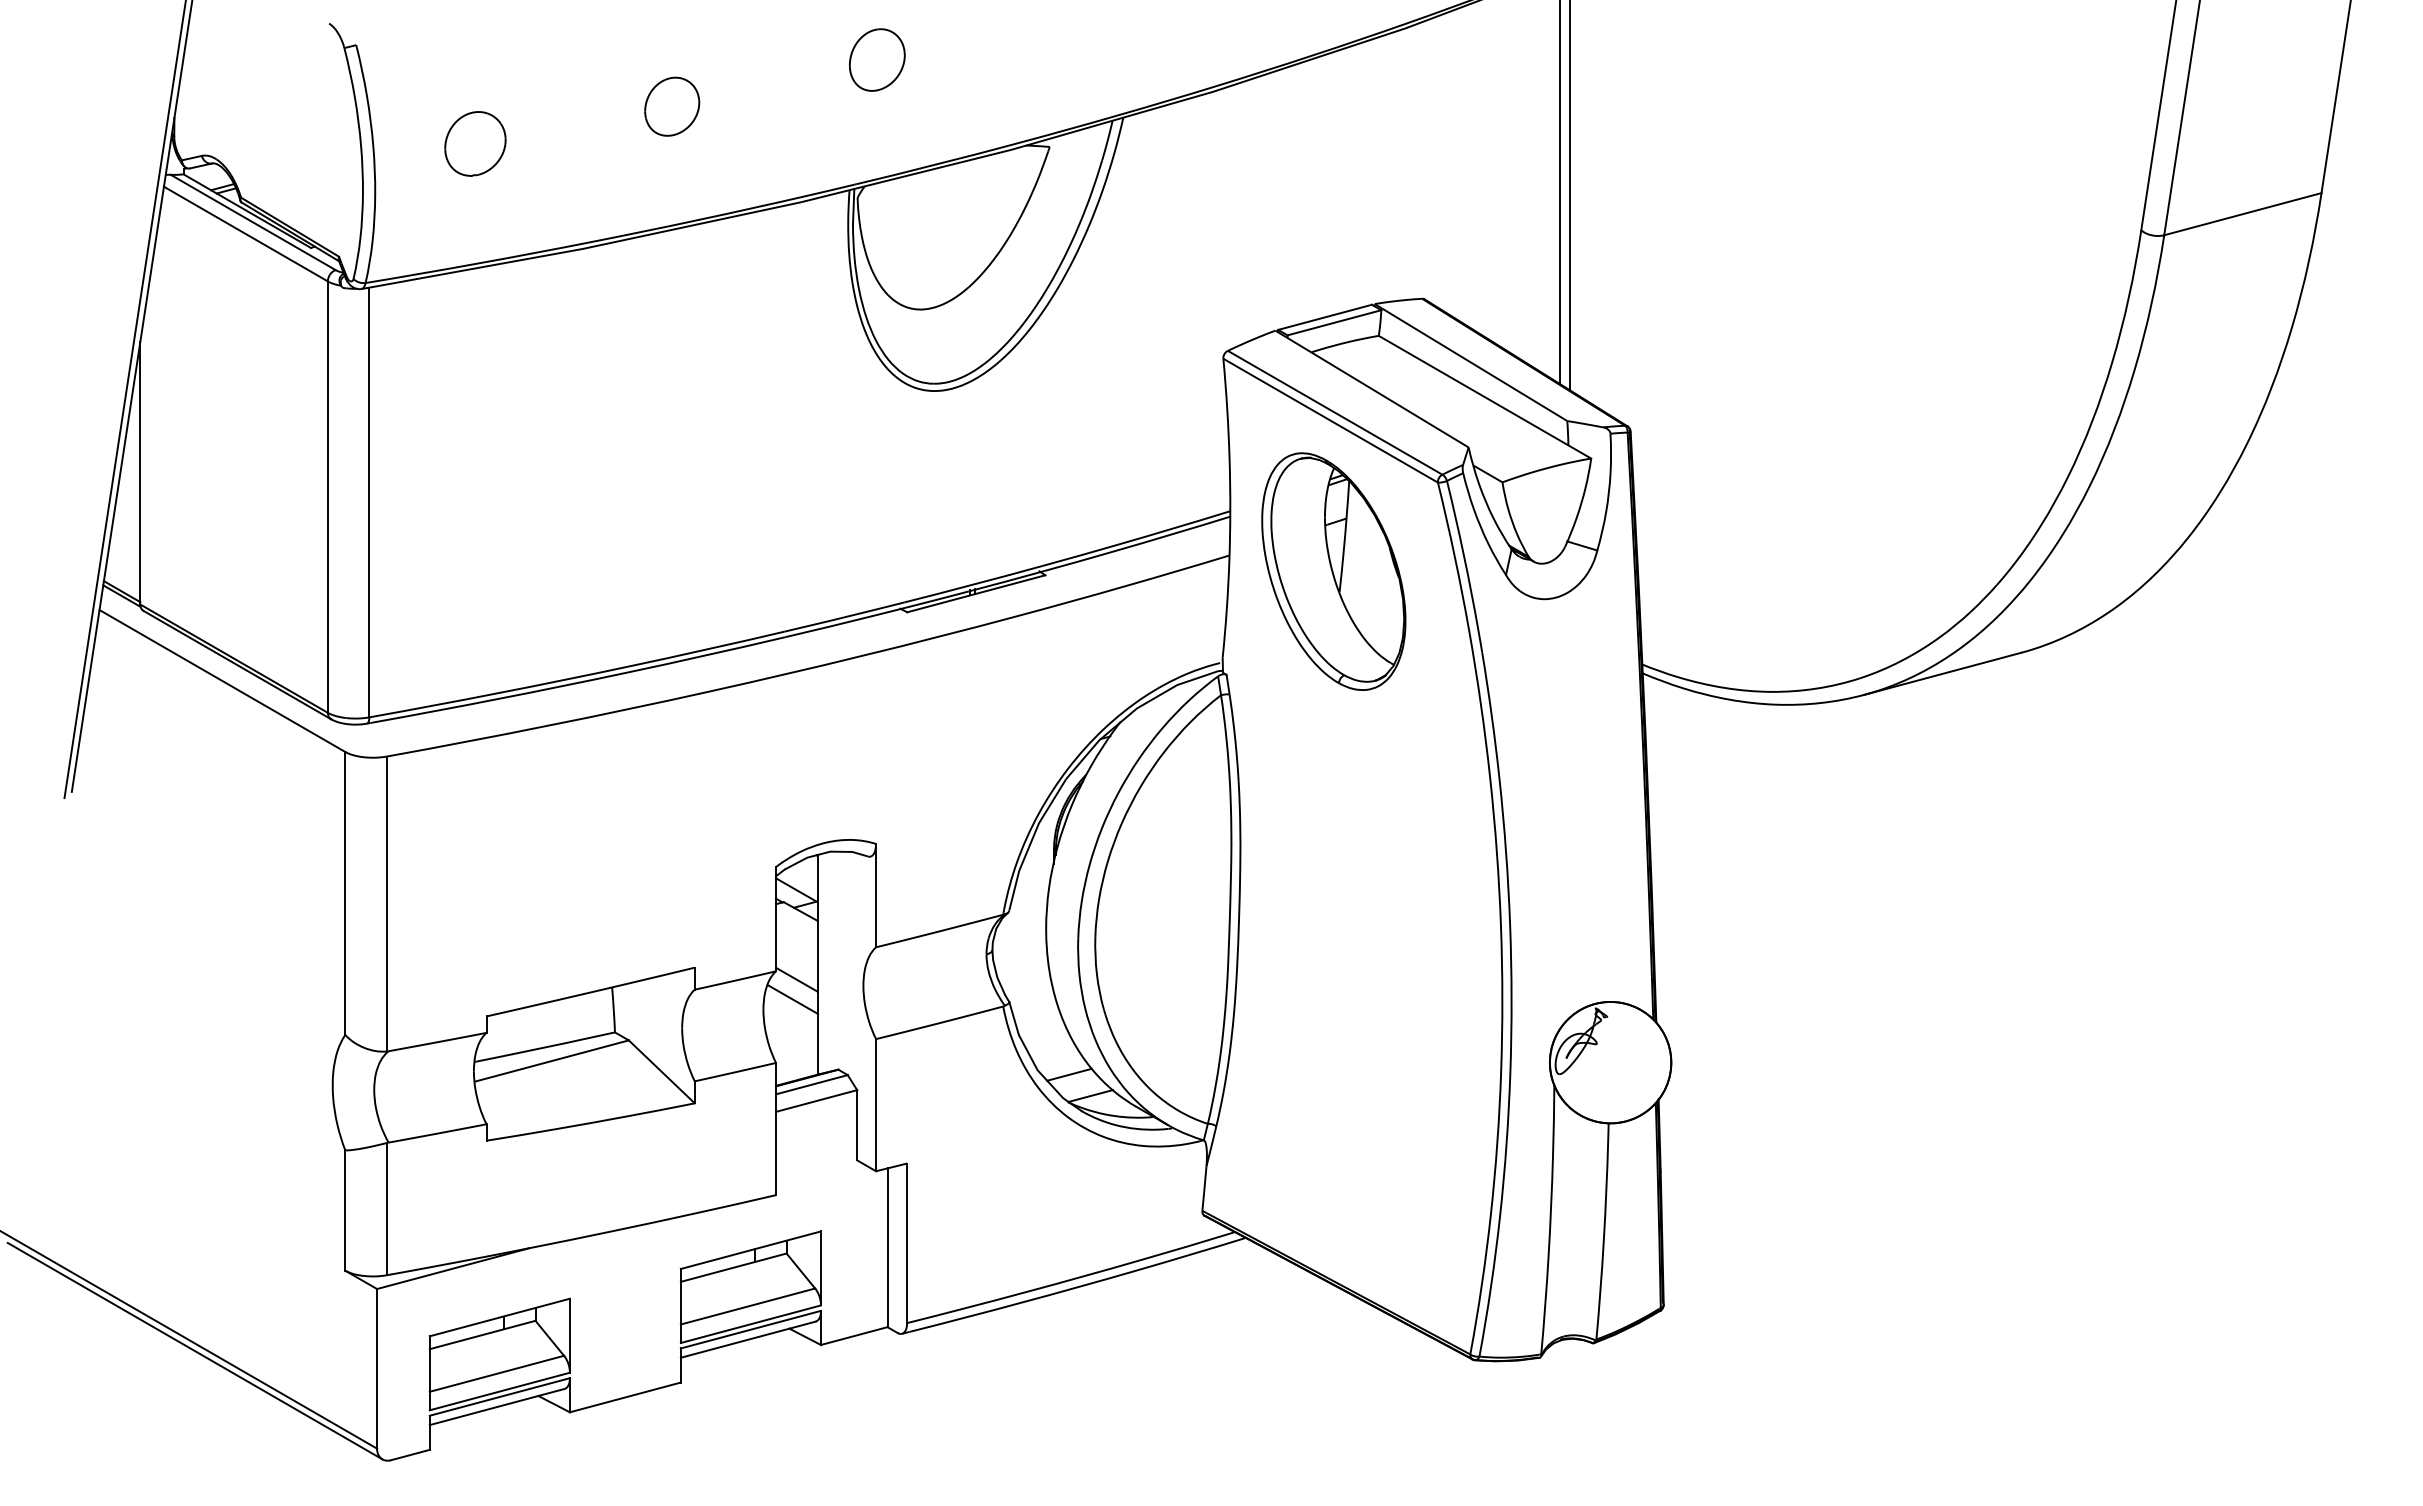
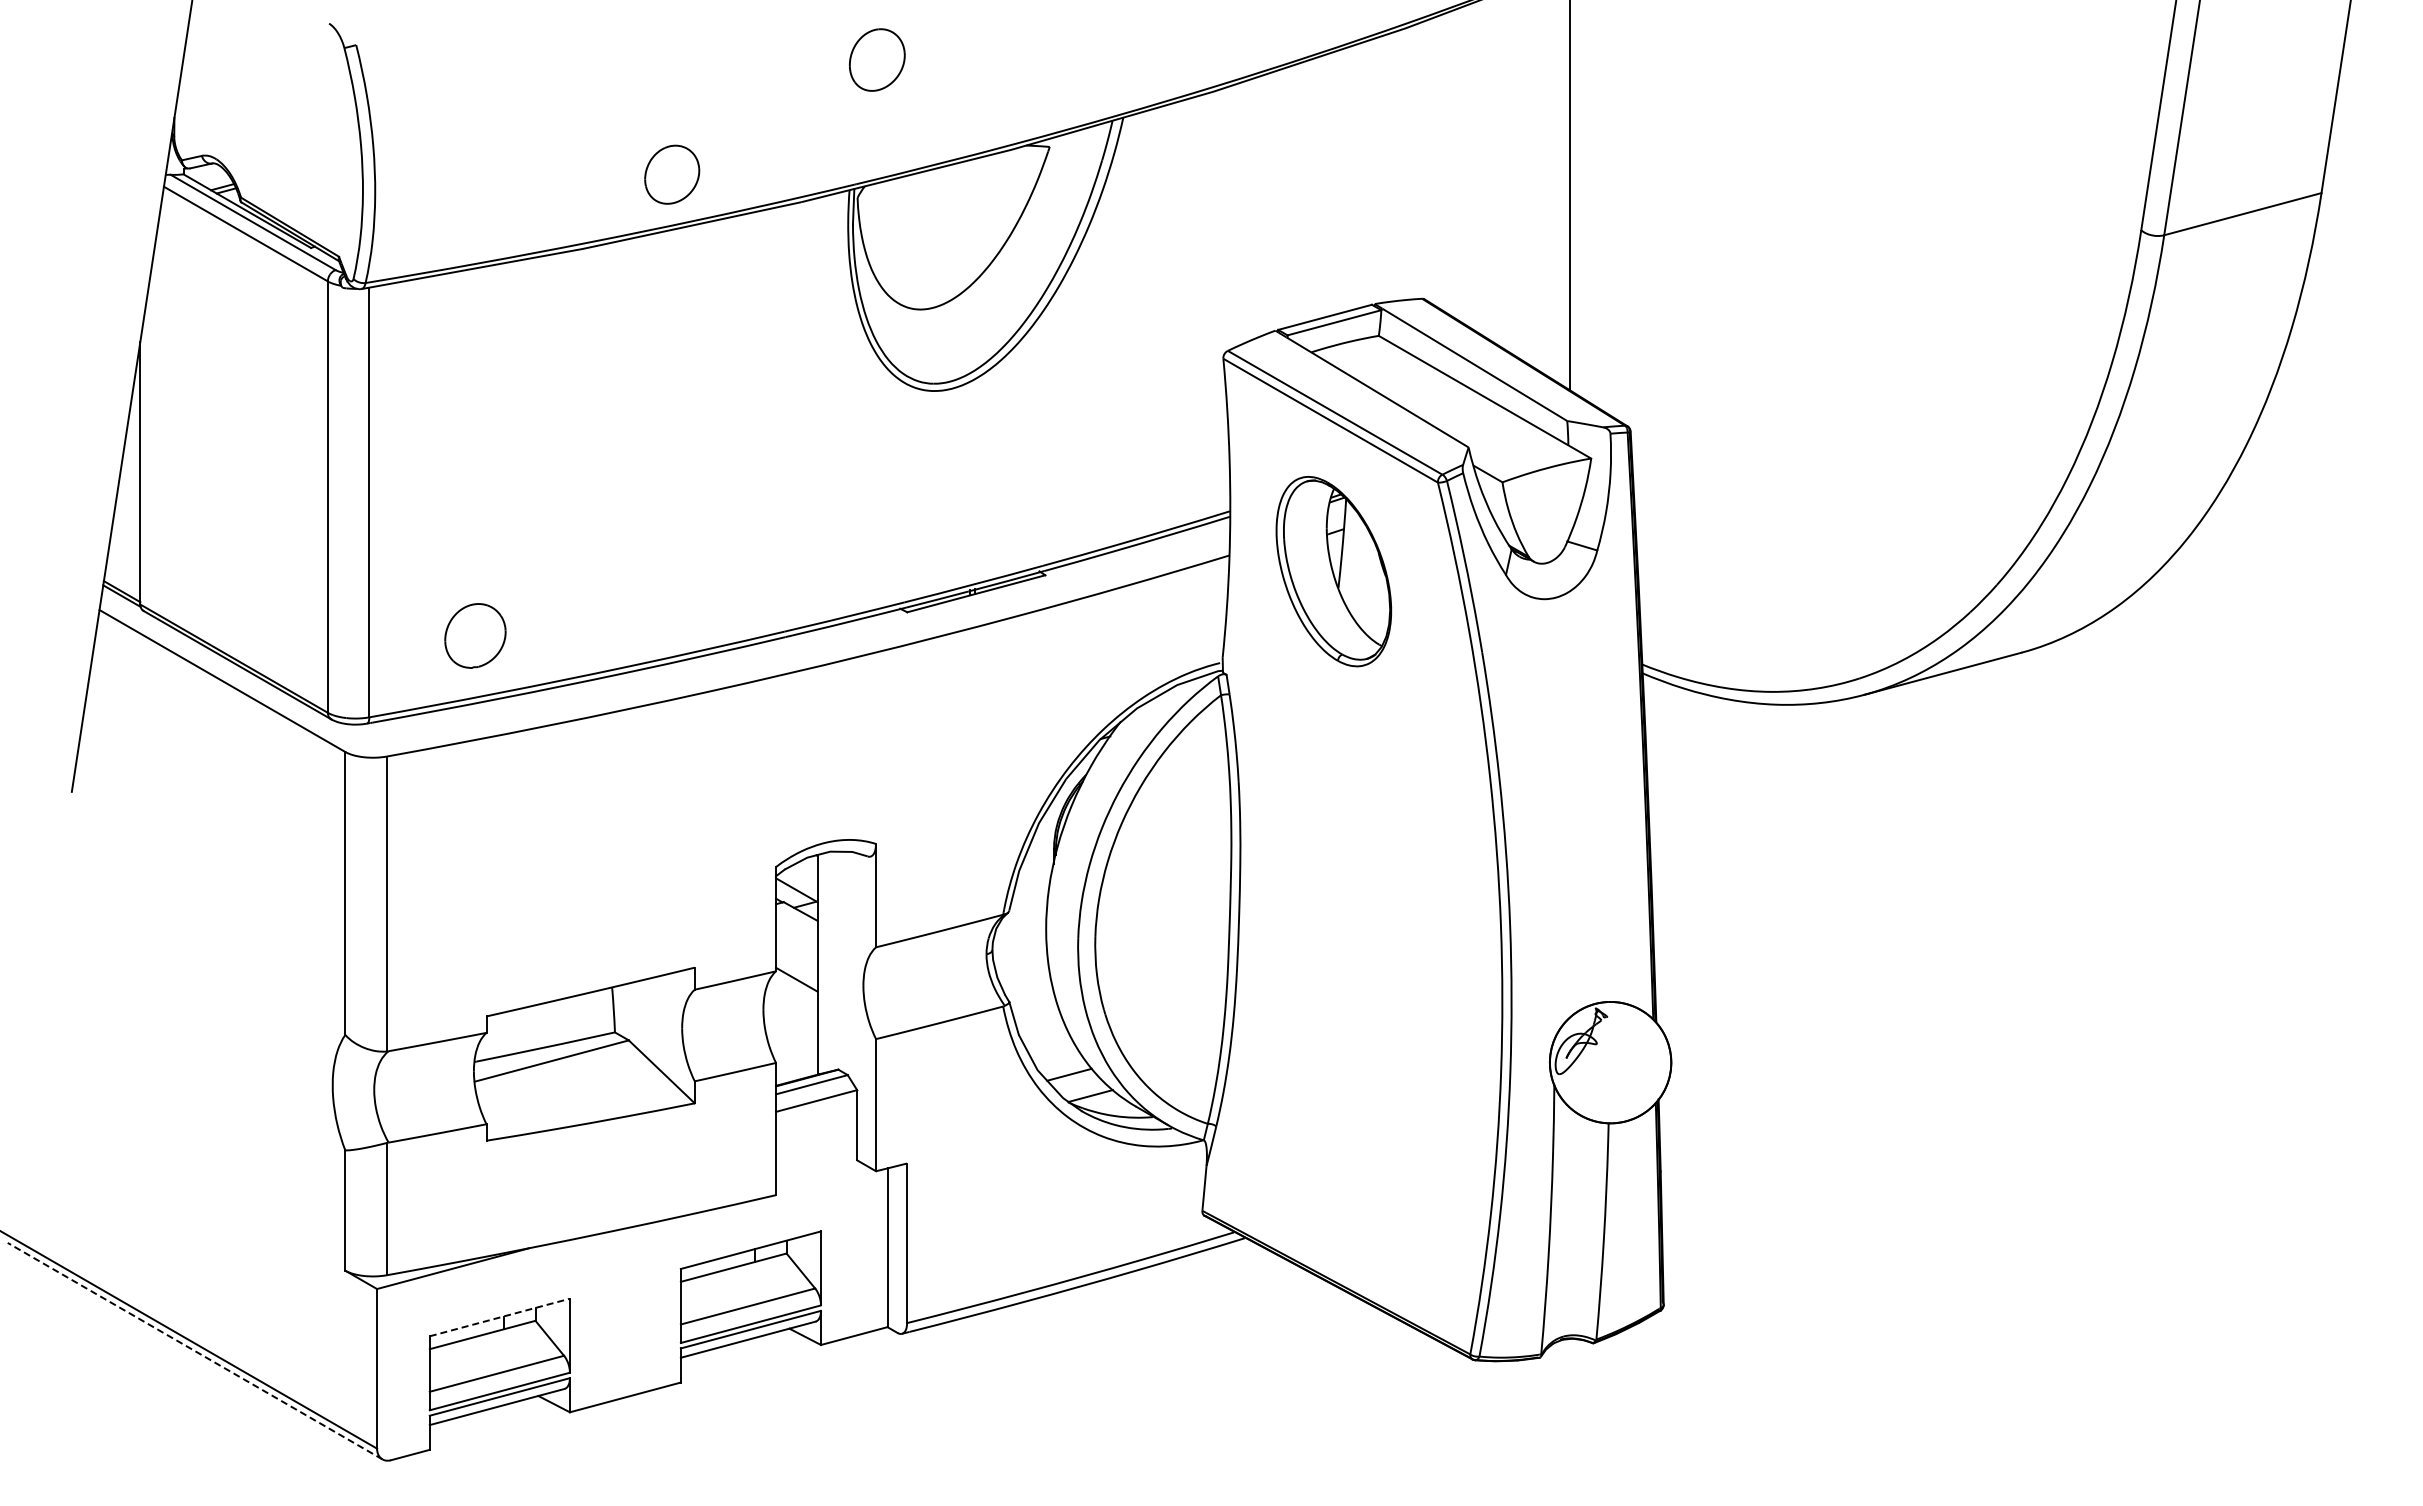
part at (672, 106) position: (672, 106) -> (672, 174)
part at (475, 143) position: (475, 143) -> (475, 635)
line at (1559, 192): present -> none
line at (124, 400): present -> none
part at (1333, 571) size: 146x239 px -> 118x192 px
line at (792, 999): present -> none
line at (499, 1317): solid -> dashed
line at (194, 1350): solid -> dashed
